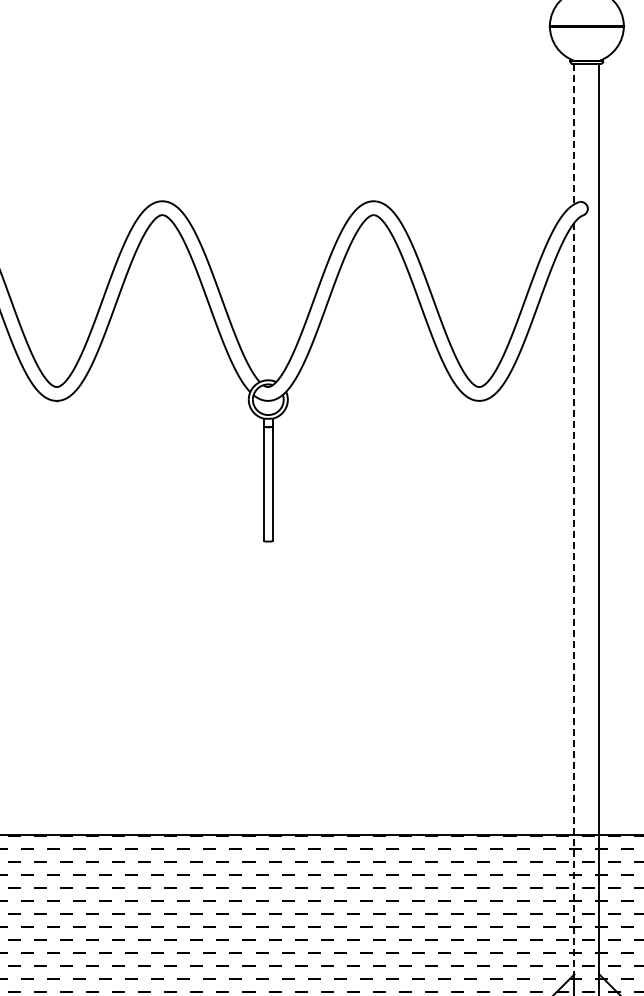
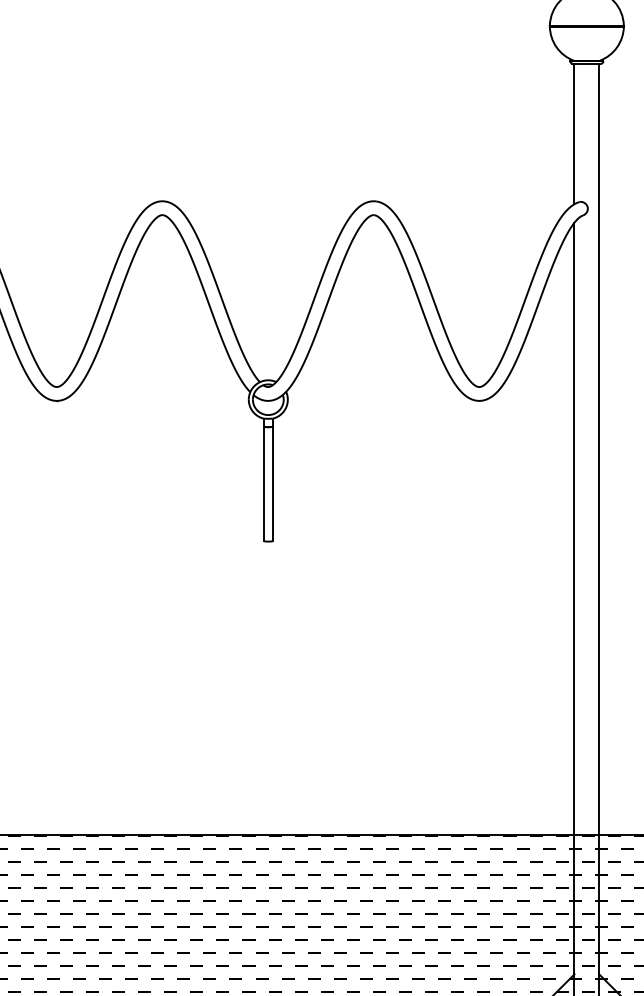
line at (574, 134): dashed -> solid
line at (574, 598): dashed -> solid
